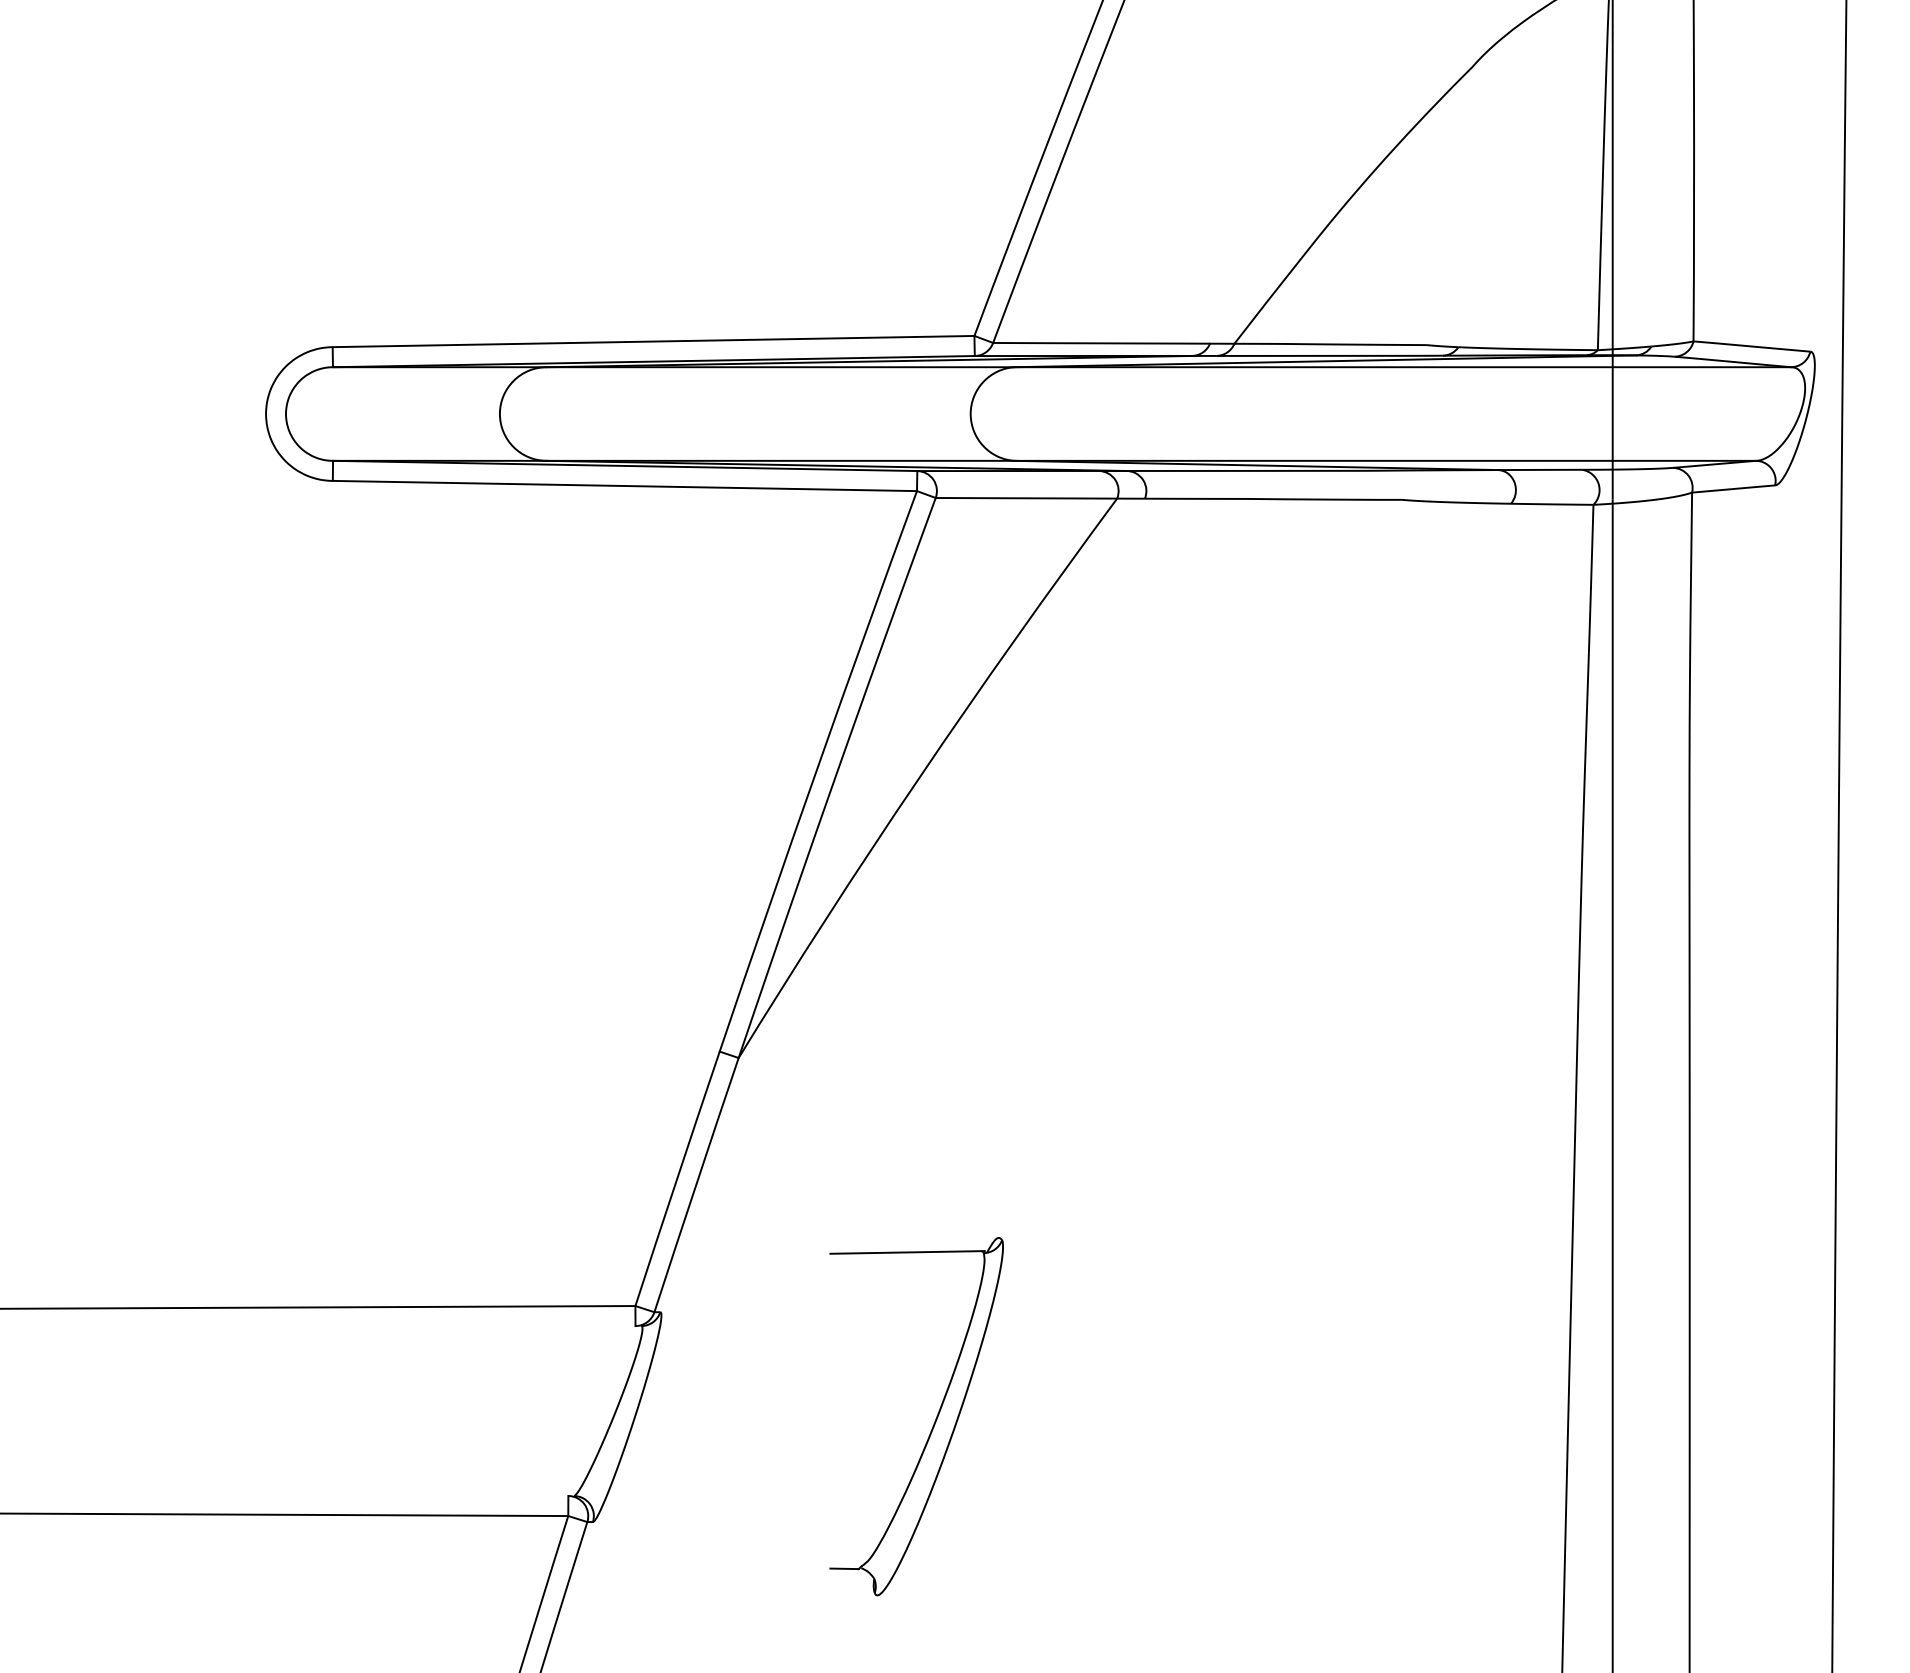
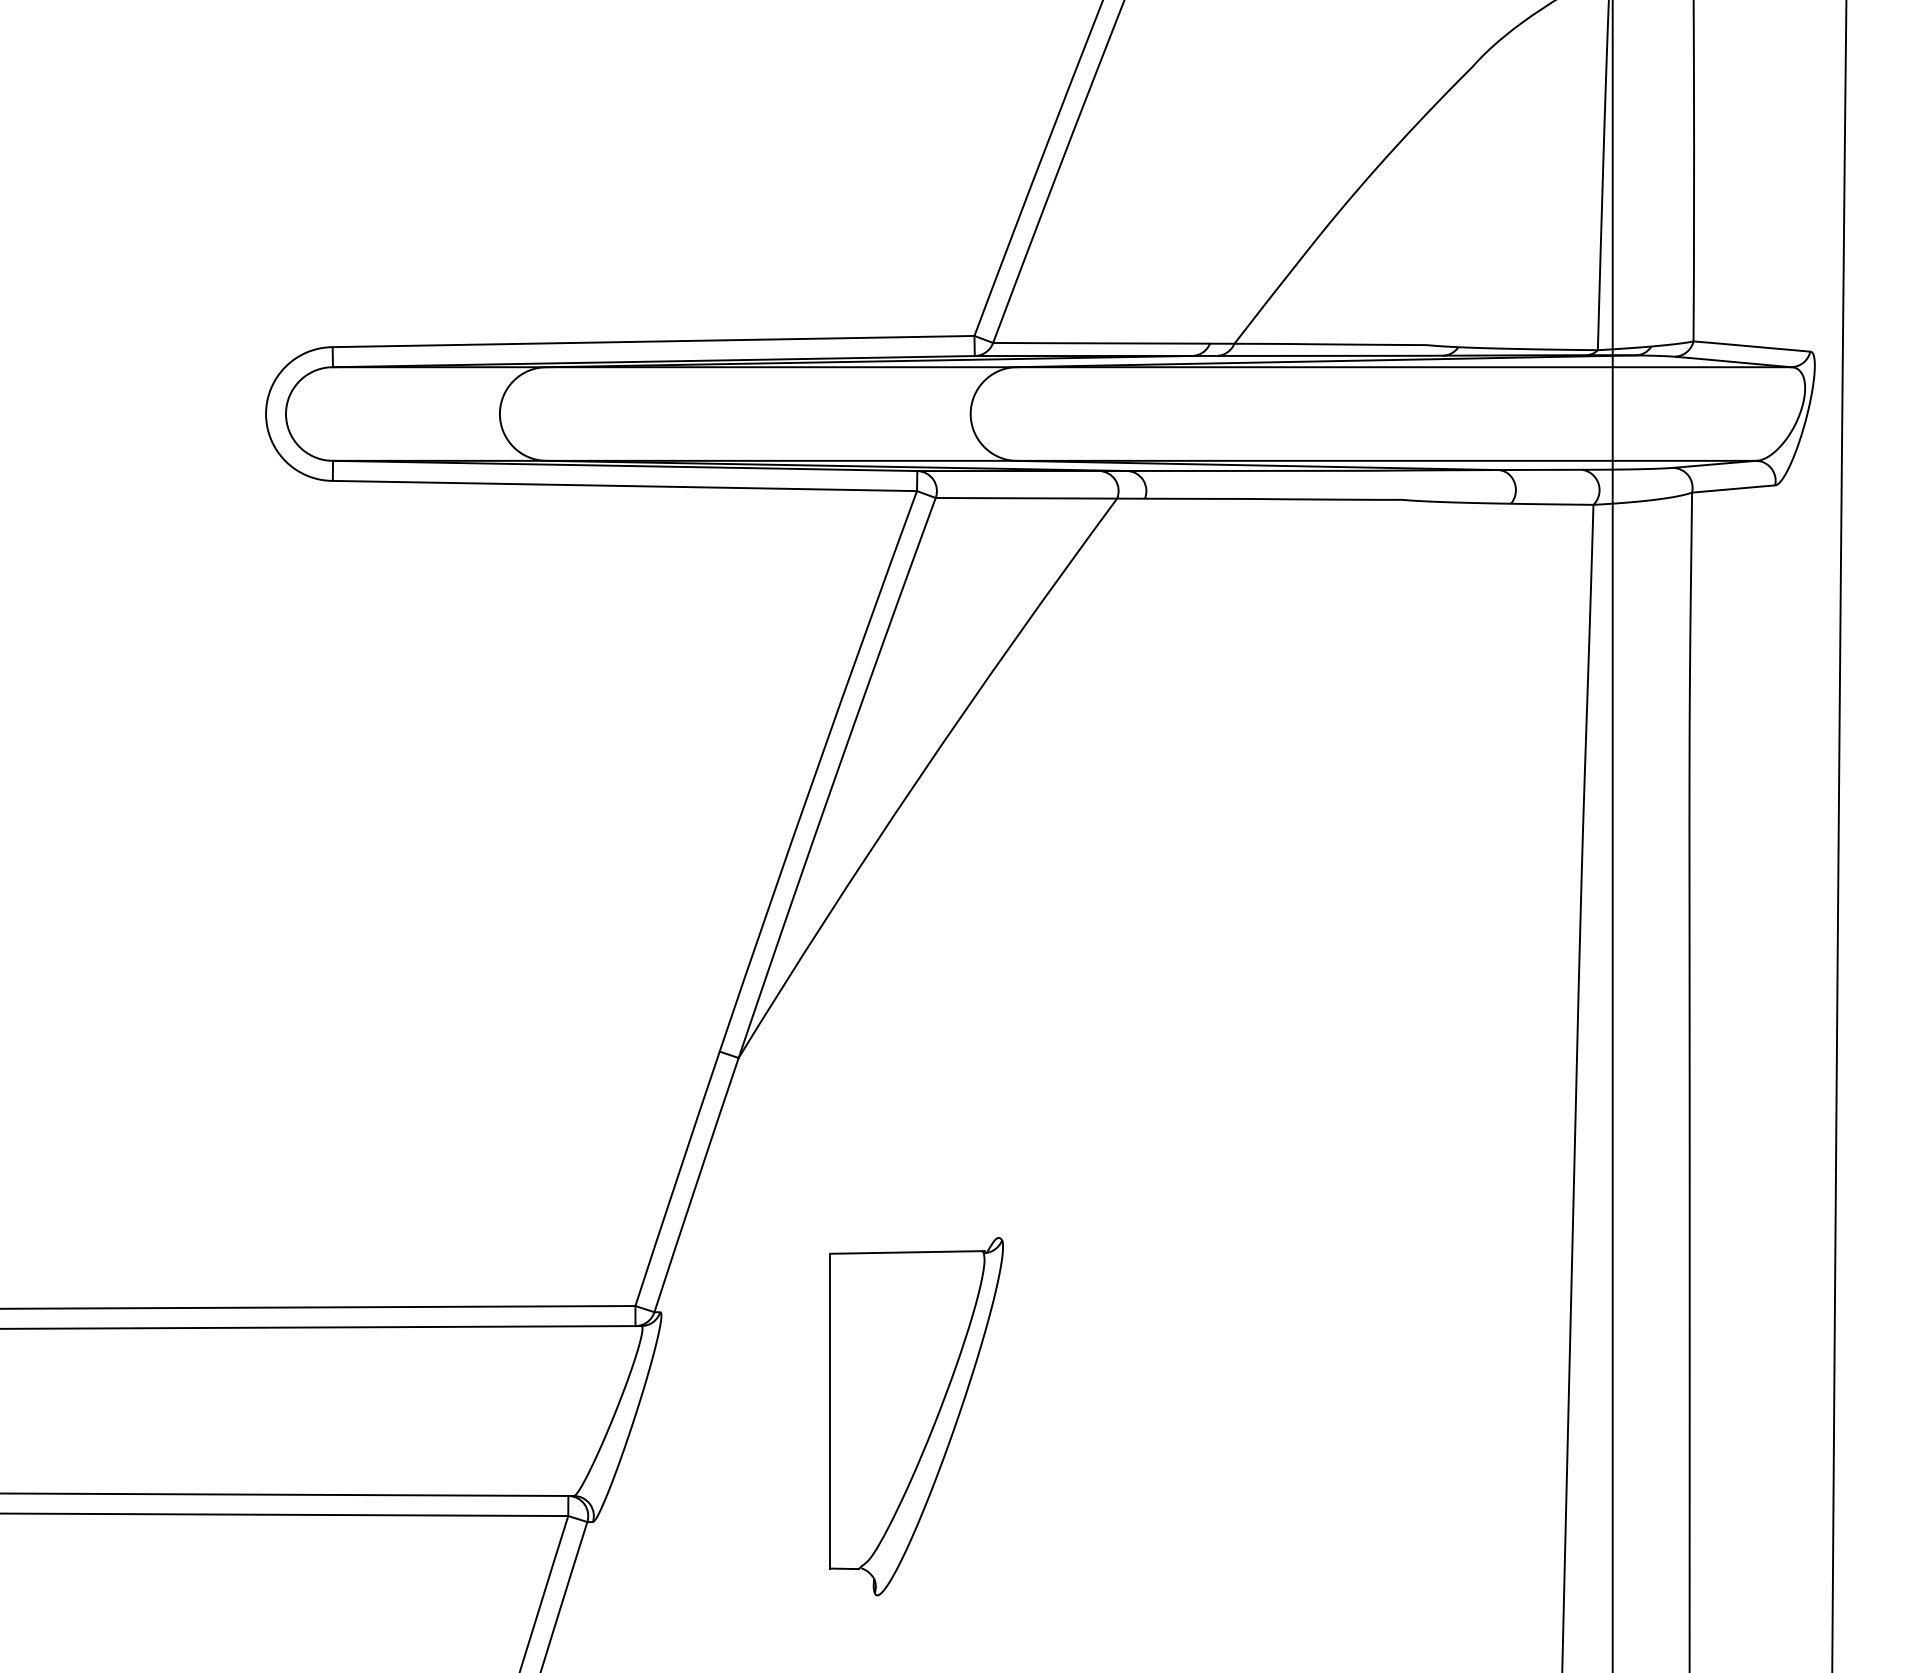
line at (321, 1327): none -> present
line at (830, 1410): none -> present
line at (287, 1494): none -> present
